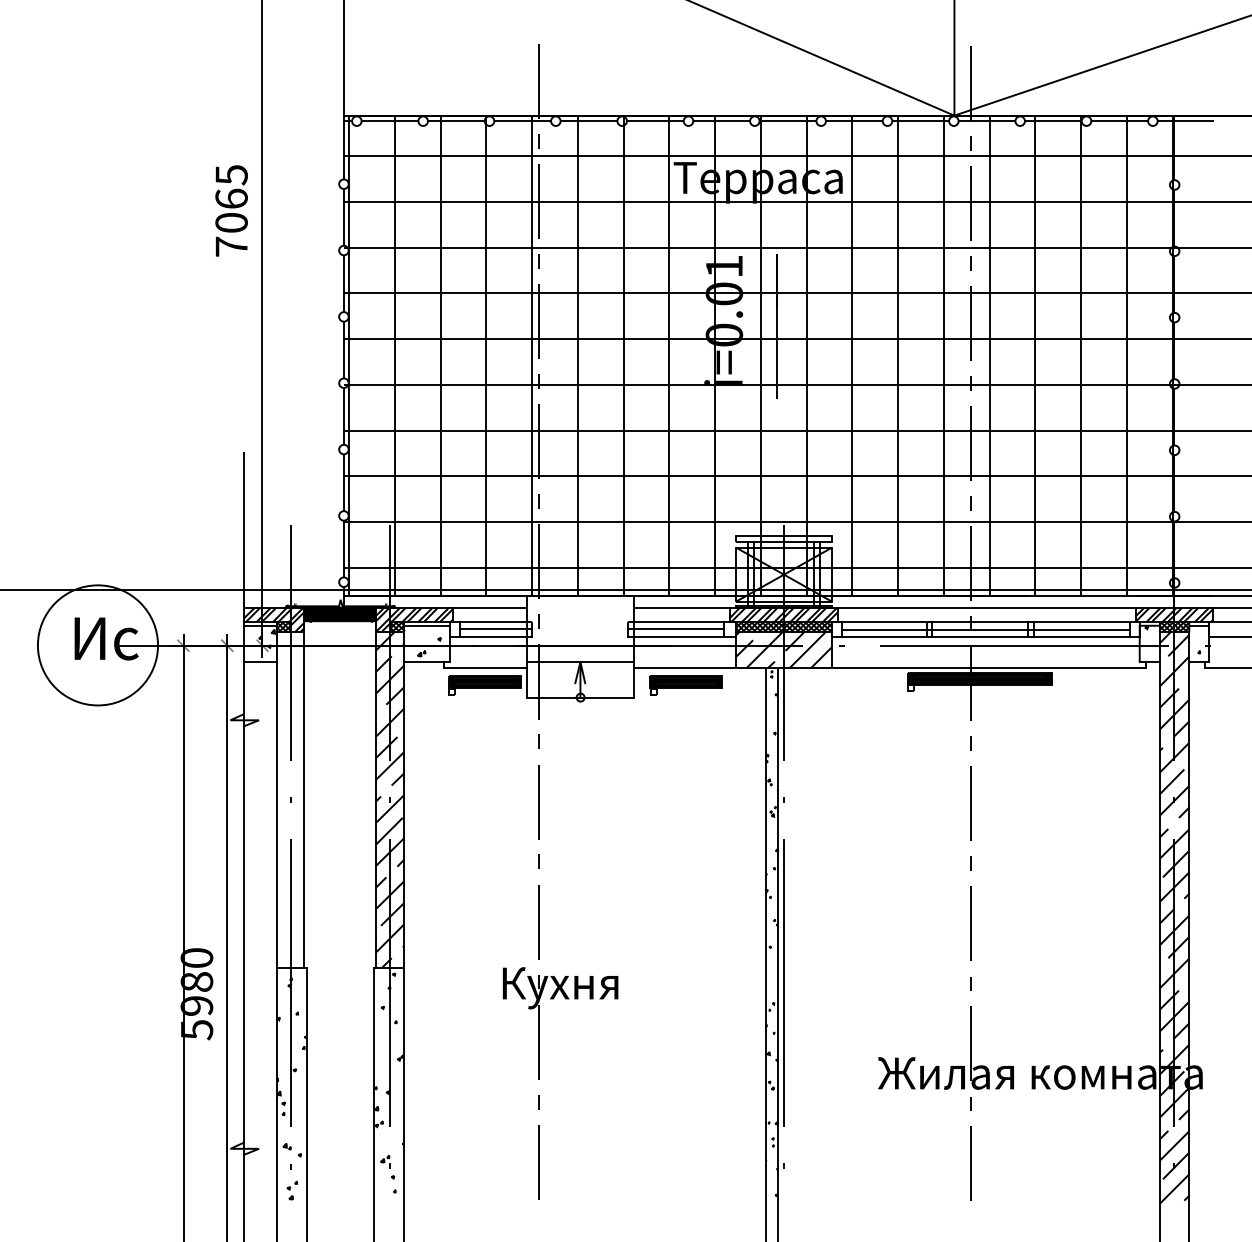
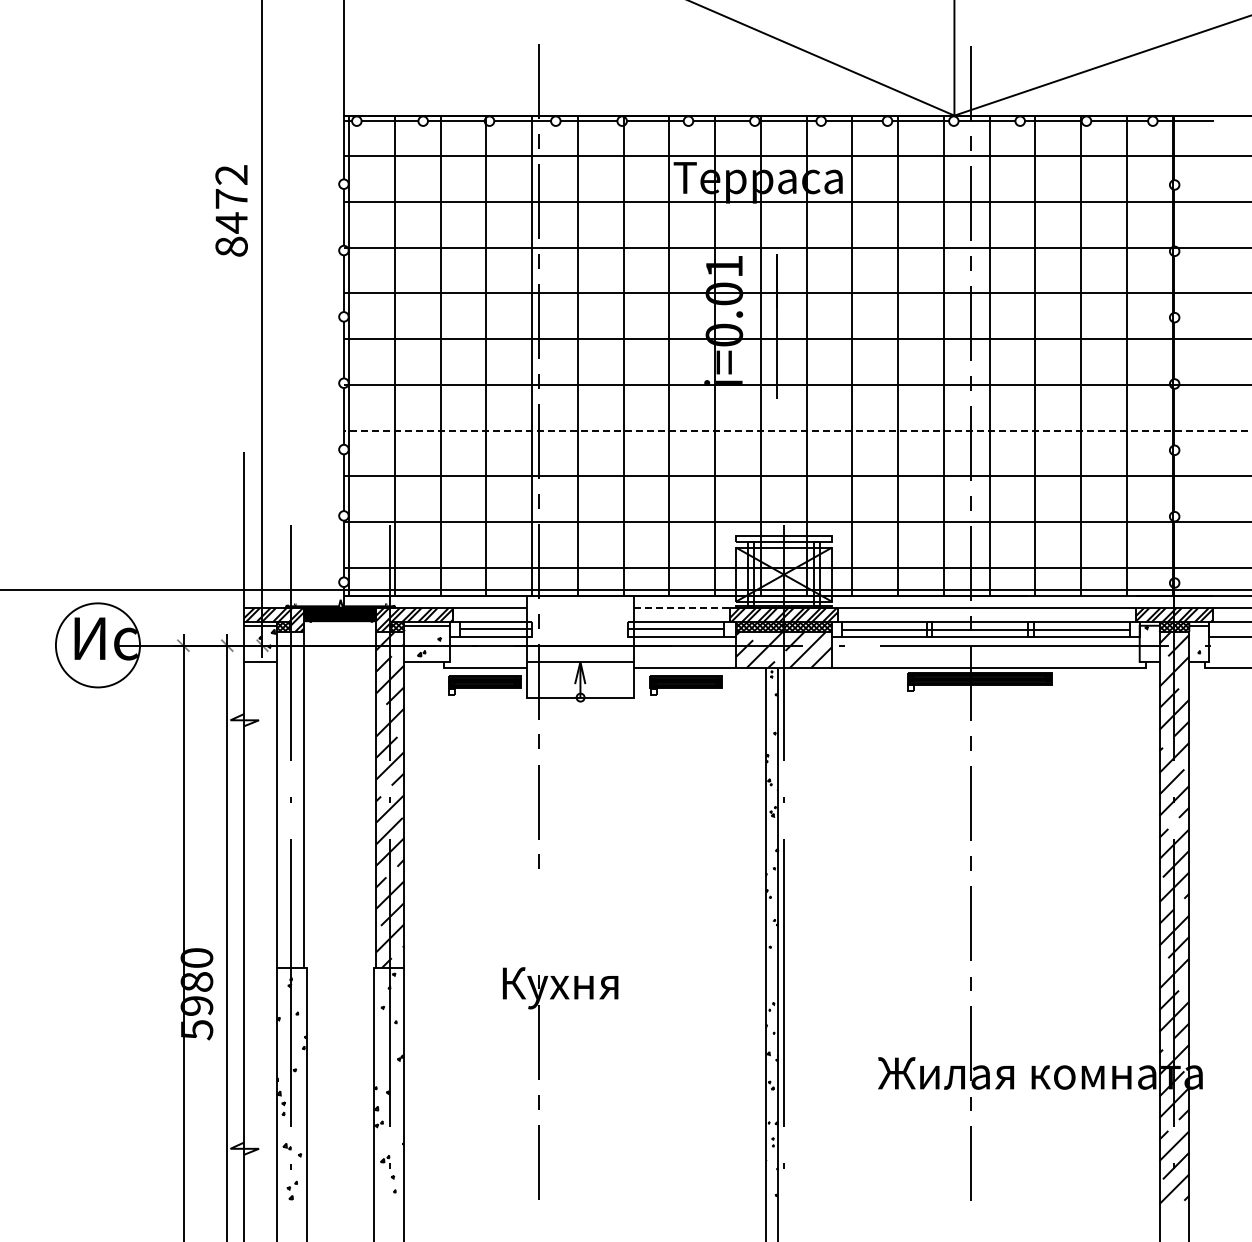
text at (231, 210): 7065 -> 8472
line at (797, 430): solid -> dashed
line at (682, 607): solid -> dashed
circle at (97, 645) diameter: 120 px -> 84 px
line at (538, 922): present -> none
